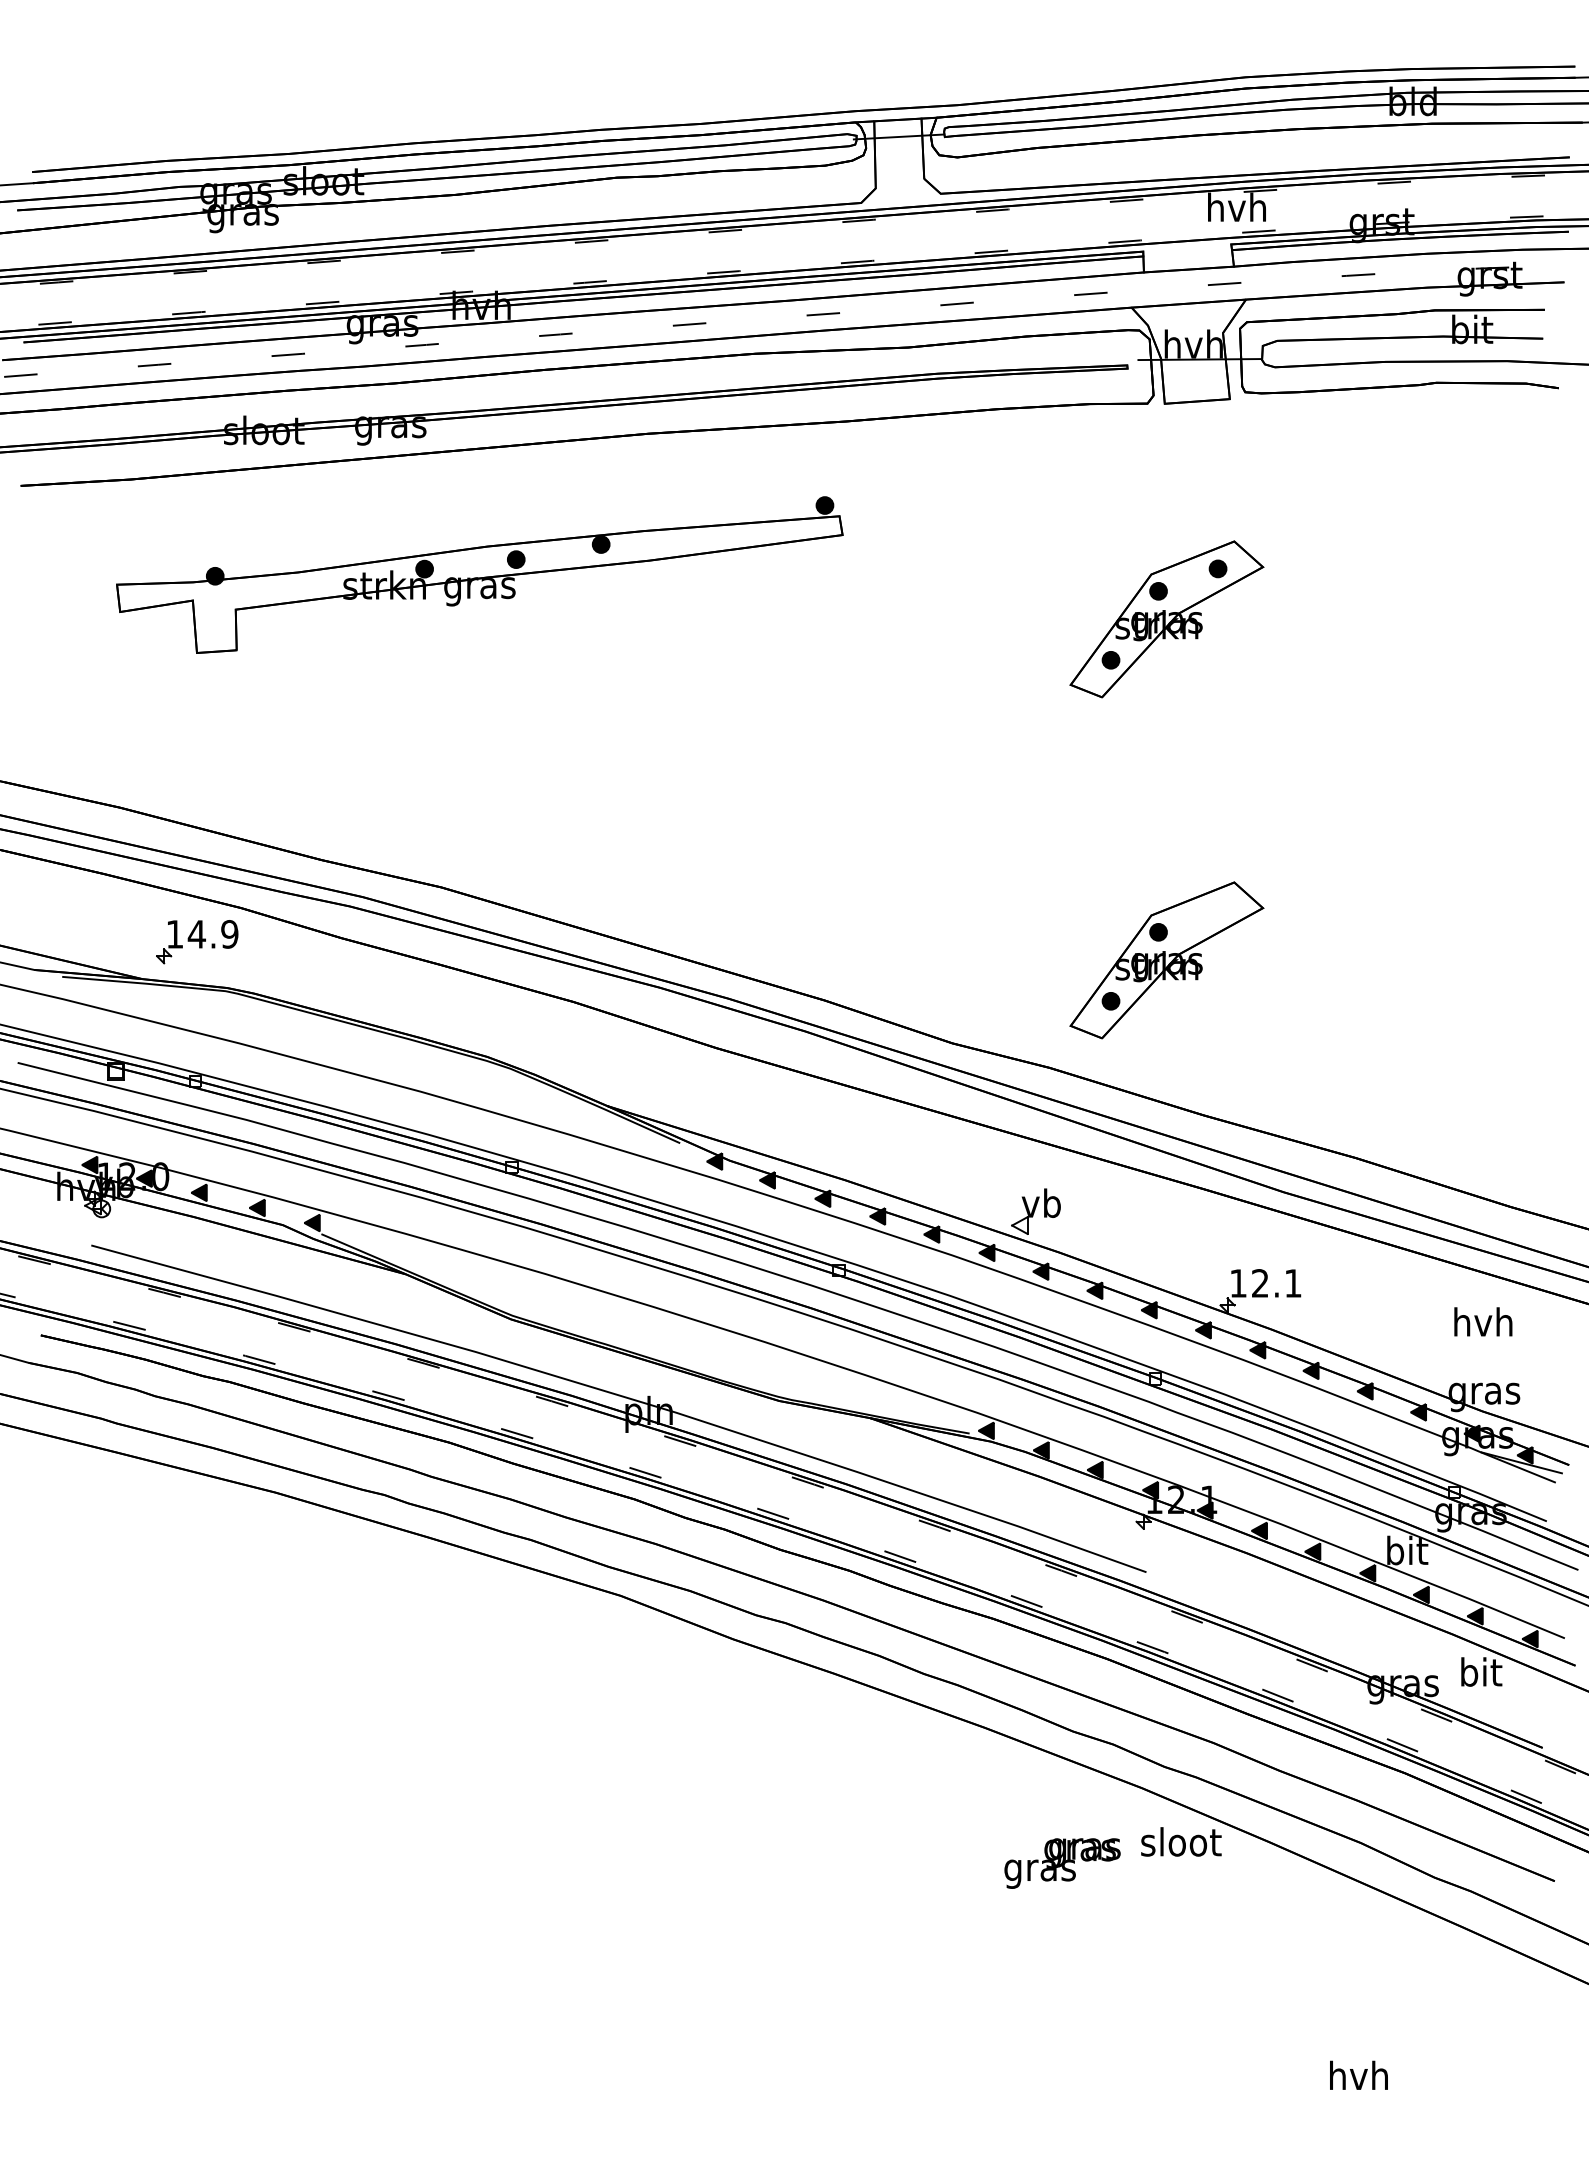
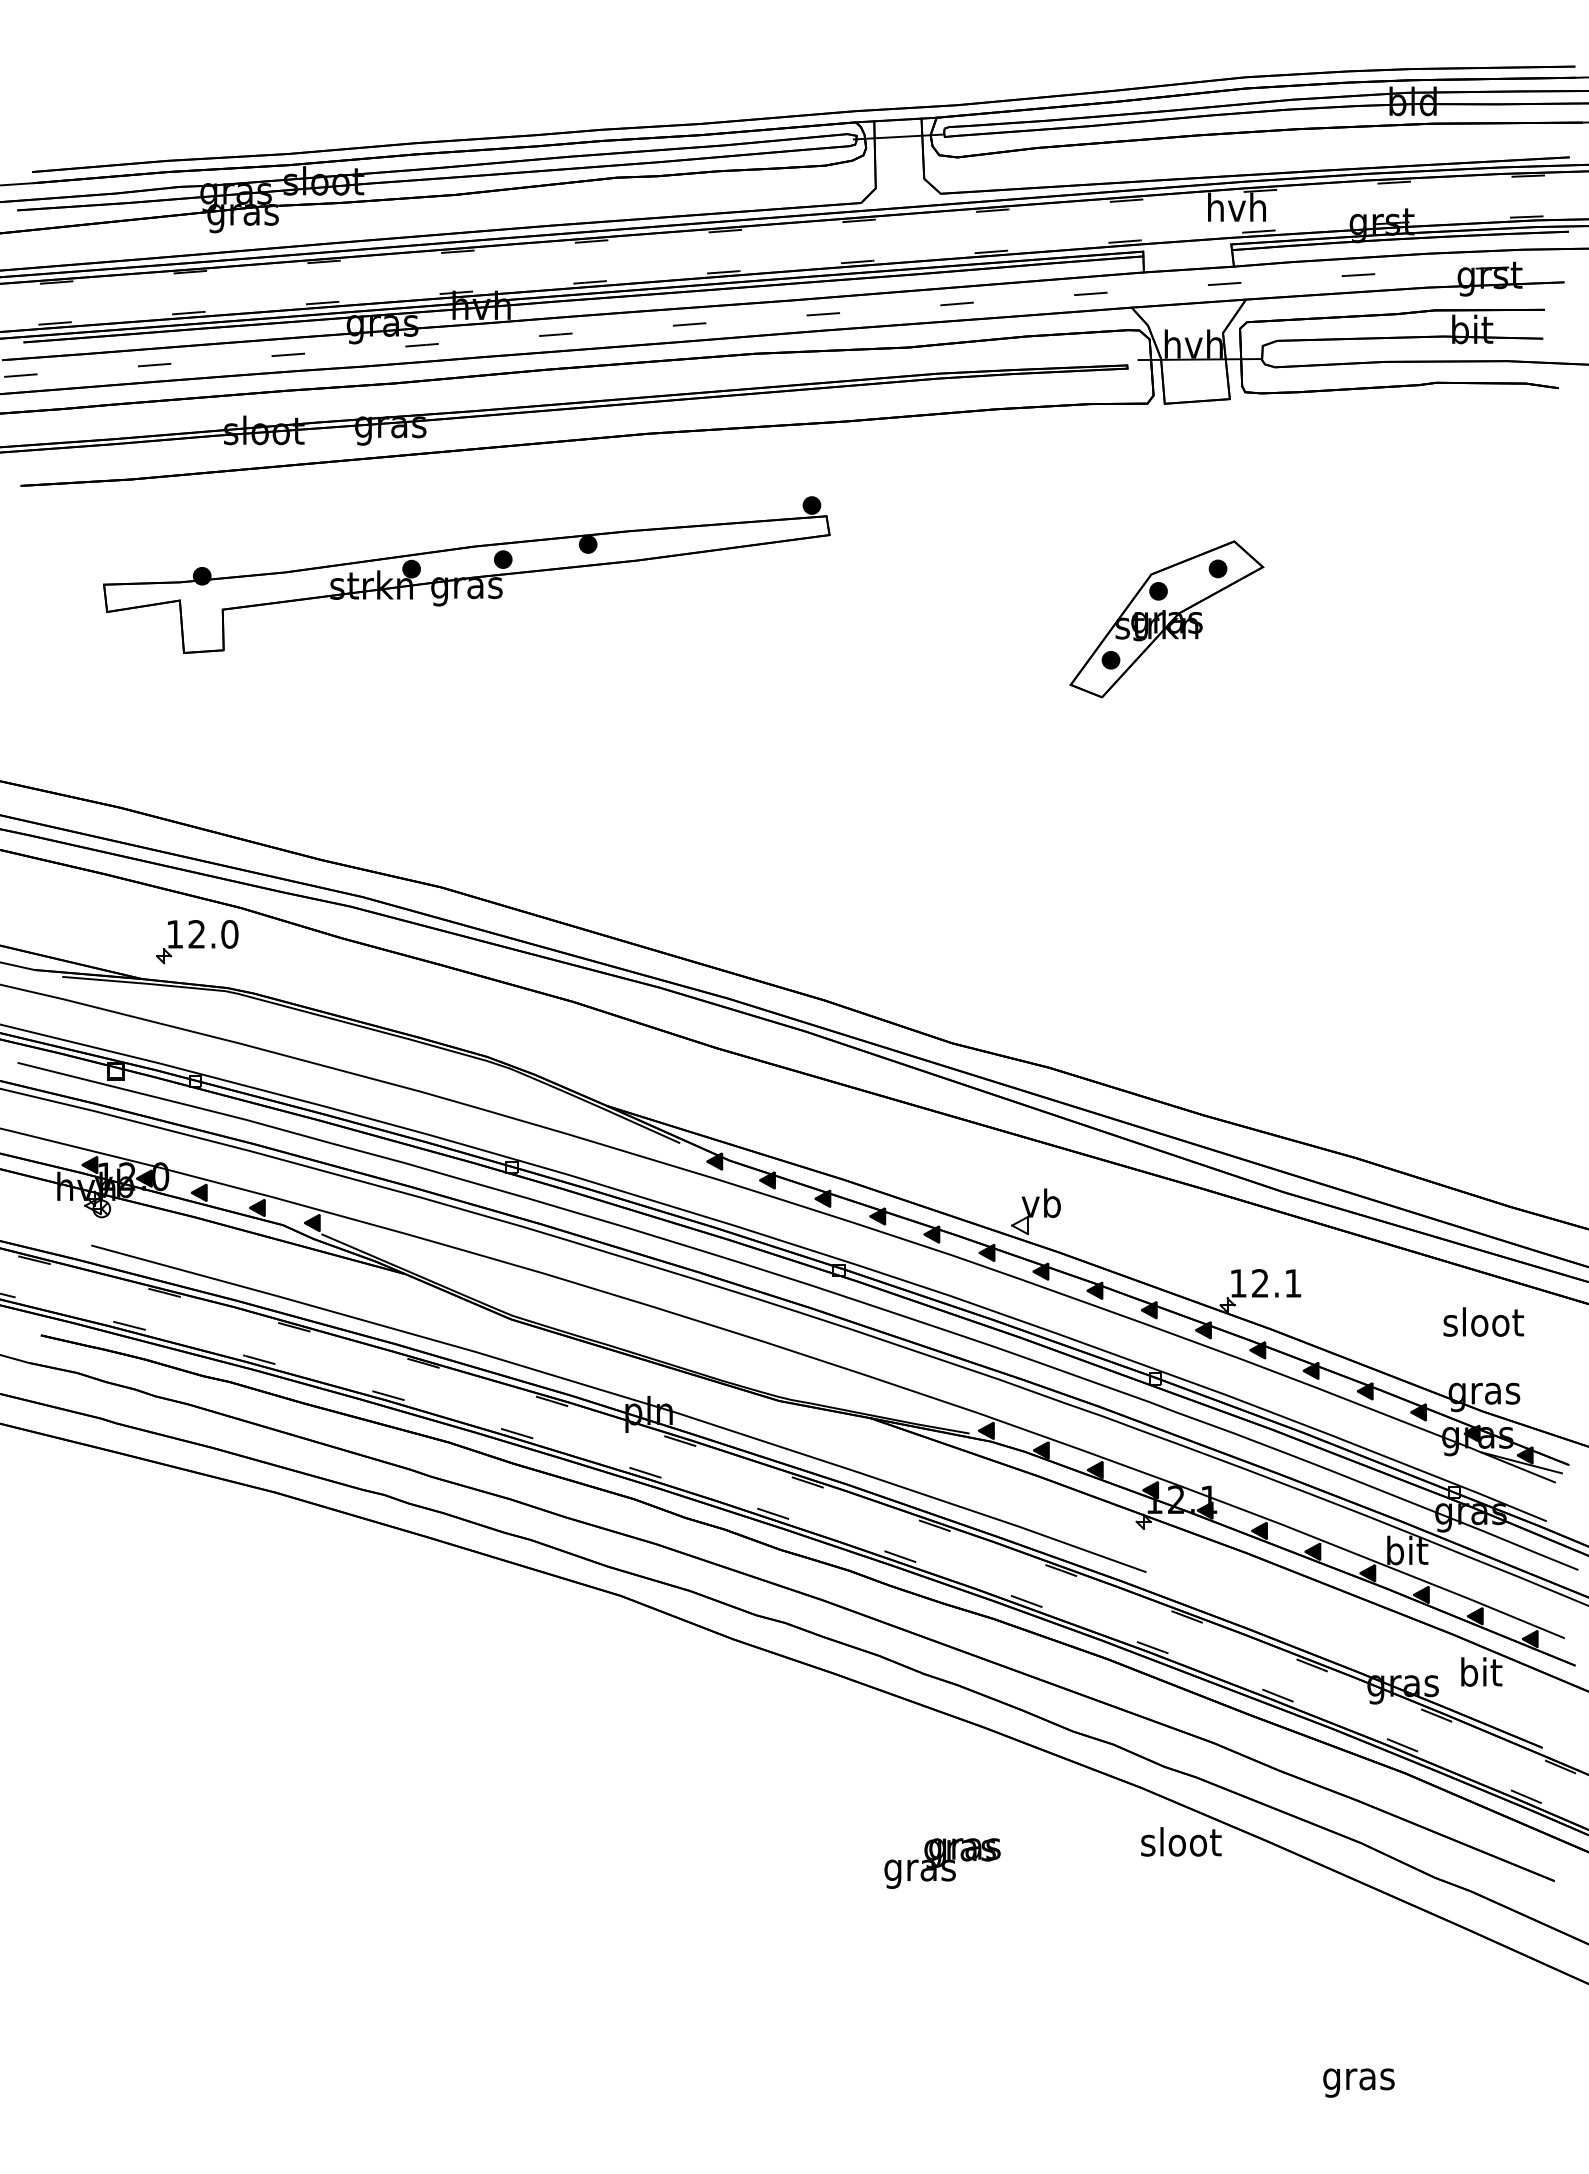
part at (479, 574) position: (479, 574) -> (466, 574)
text at (212, 934): 14.9 -> 12.0
part at (1166, 960): present -> none
text at (1483, 1321): hvh -> sloot
text at (1062, 1863) position: (1062, 1863) -> (942, 1863)
text at (1358, 2078): hvh -> gras
